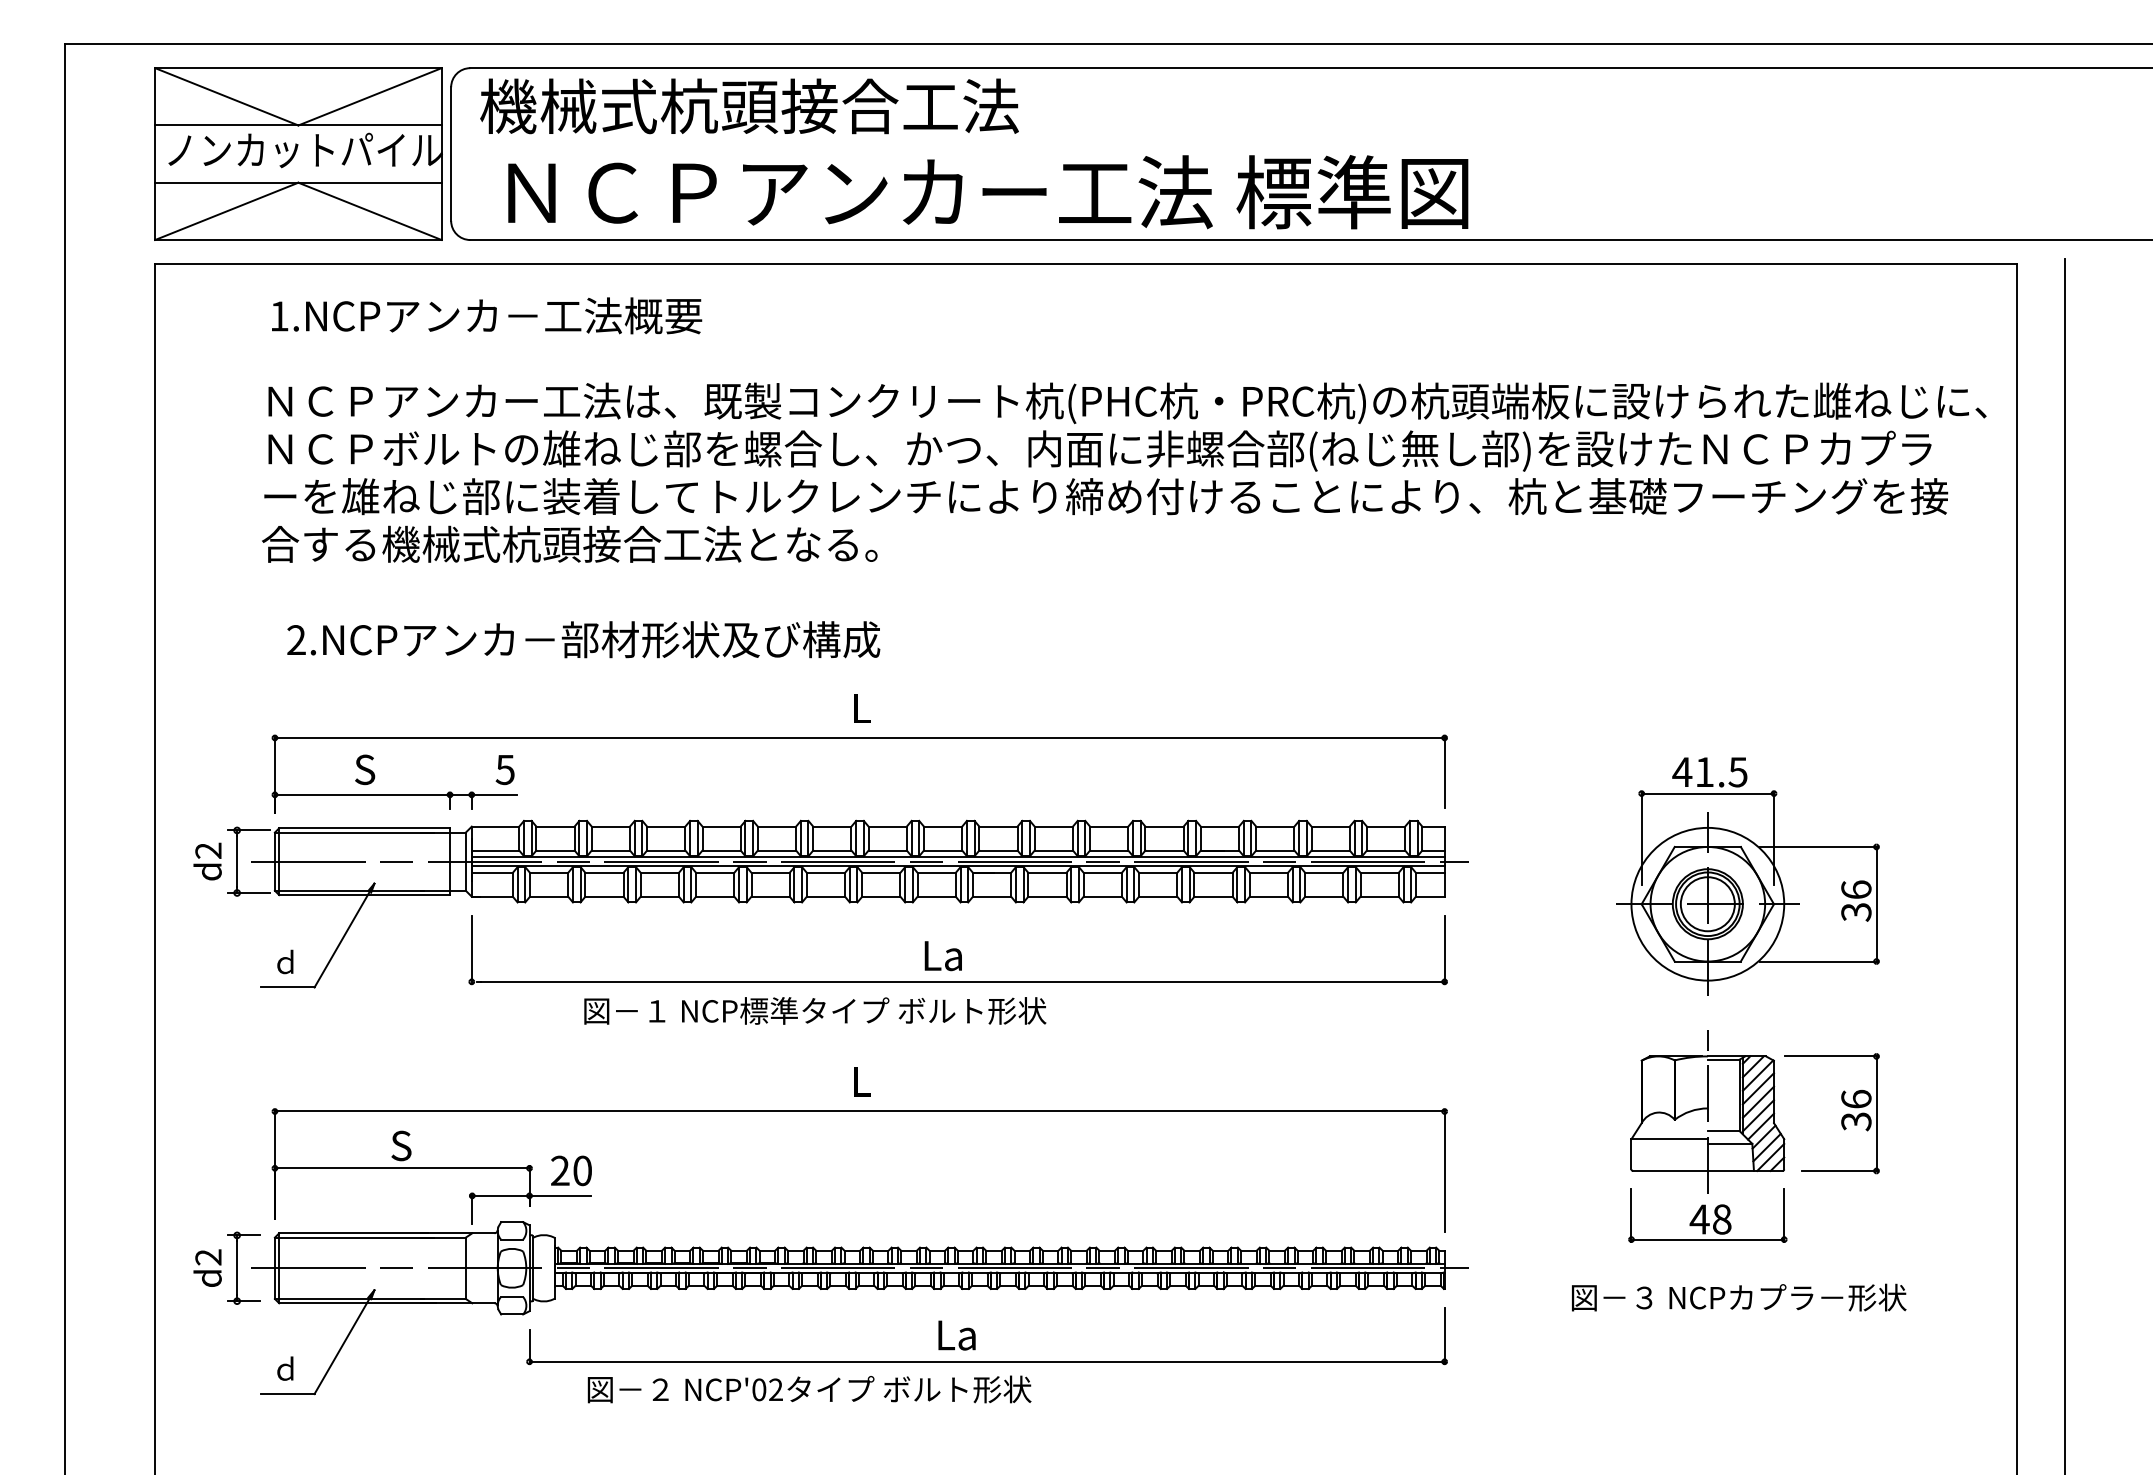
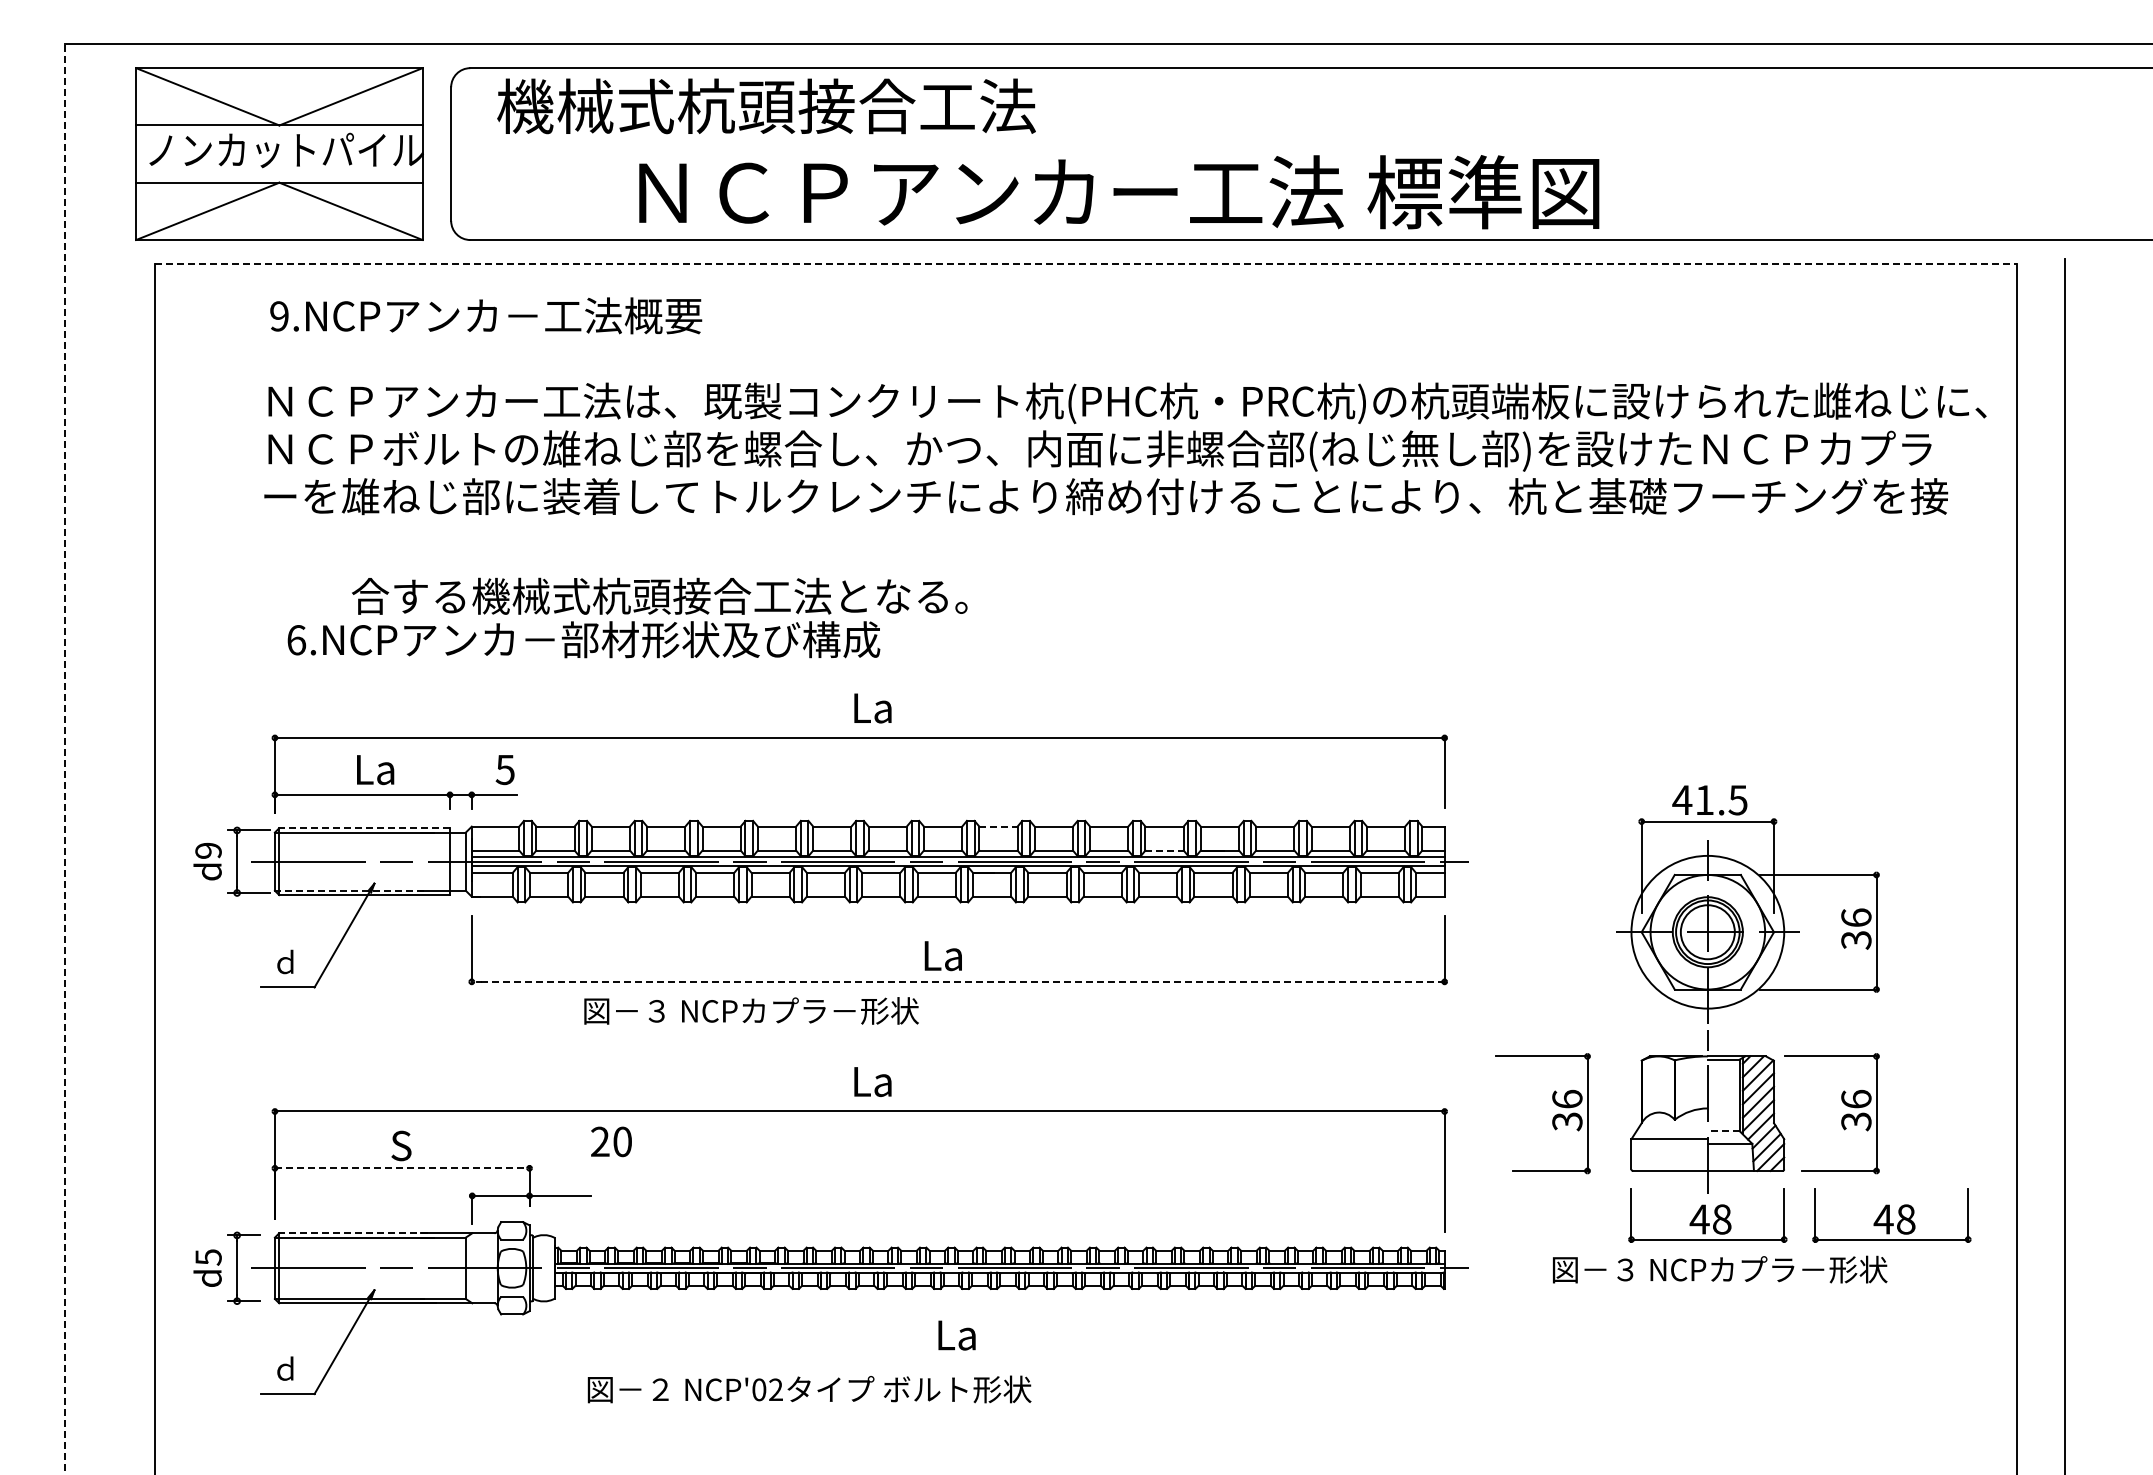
text at (749, 106) position: (749, 106) -> (766, 106)
part at (298, 153) position: (298, 153) -> (279, 153)
text at (988, 192) position: (988, 192) -> (1119, 192)
line at (1086, 263): solid -> dashed
text at (279, 316): 1.NCP -> 9.NCP
text at (569, 543) position: (569, 543) -> (659, 595)
text at (296, 640): 2.NCP -> 6.NCP
text at (872, 708): L -> La
line at (64, 759): solid -> dashed
text at (374, 769): S -> La
line at (998, 826): solid -> dashed
line at (364, 828): solid -> dashed
text at (208, 850): d2 -> d9
line at (1165, 850): solid -> dashed
part at (1747, 876) position: (1747, 876) -> (1747, 904)
line at (349, 890): solid -> dashed
line at (962, 981): solid -> dashed
text at (847, 1010): 図－１ NCP標準タイプ ボルト形状 -> 図－３ NCPカプラ－形状
text at (872, 1082): L -> La
part at (1552, 1119): none -> present
line at (1723, 1131): solid -> dashed
line at (402, 1168): solid -> dashed
text at (571, 1170) position: (571, 1170) -> (611, 1141)
part at (1891, 1215): none -> present
line at (353, 1233): solid -> dashed
text at (208, 1257): d2 -> d5
text at (1739, 1297) position: (1739, 1297) -> (1720, 1269)
part at (986, 1361): present -> none
